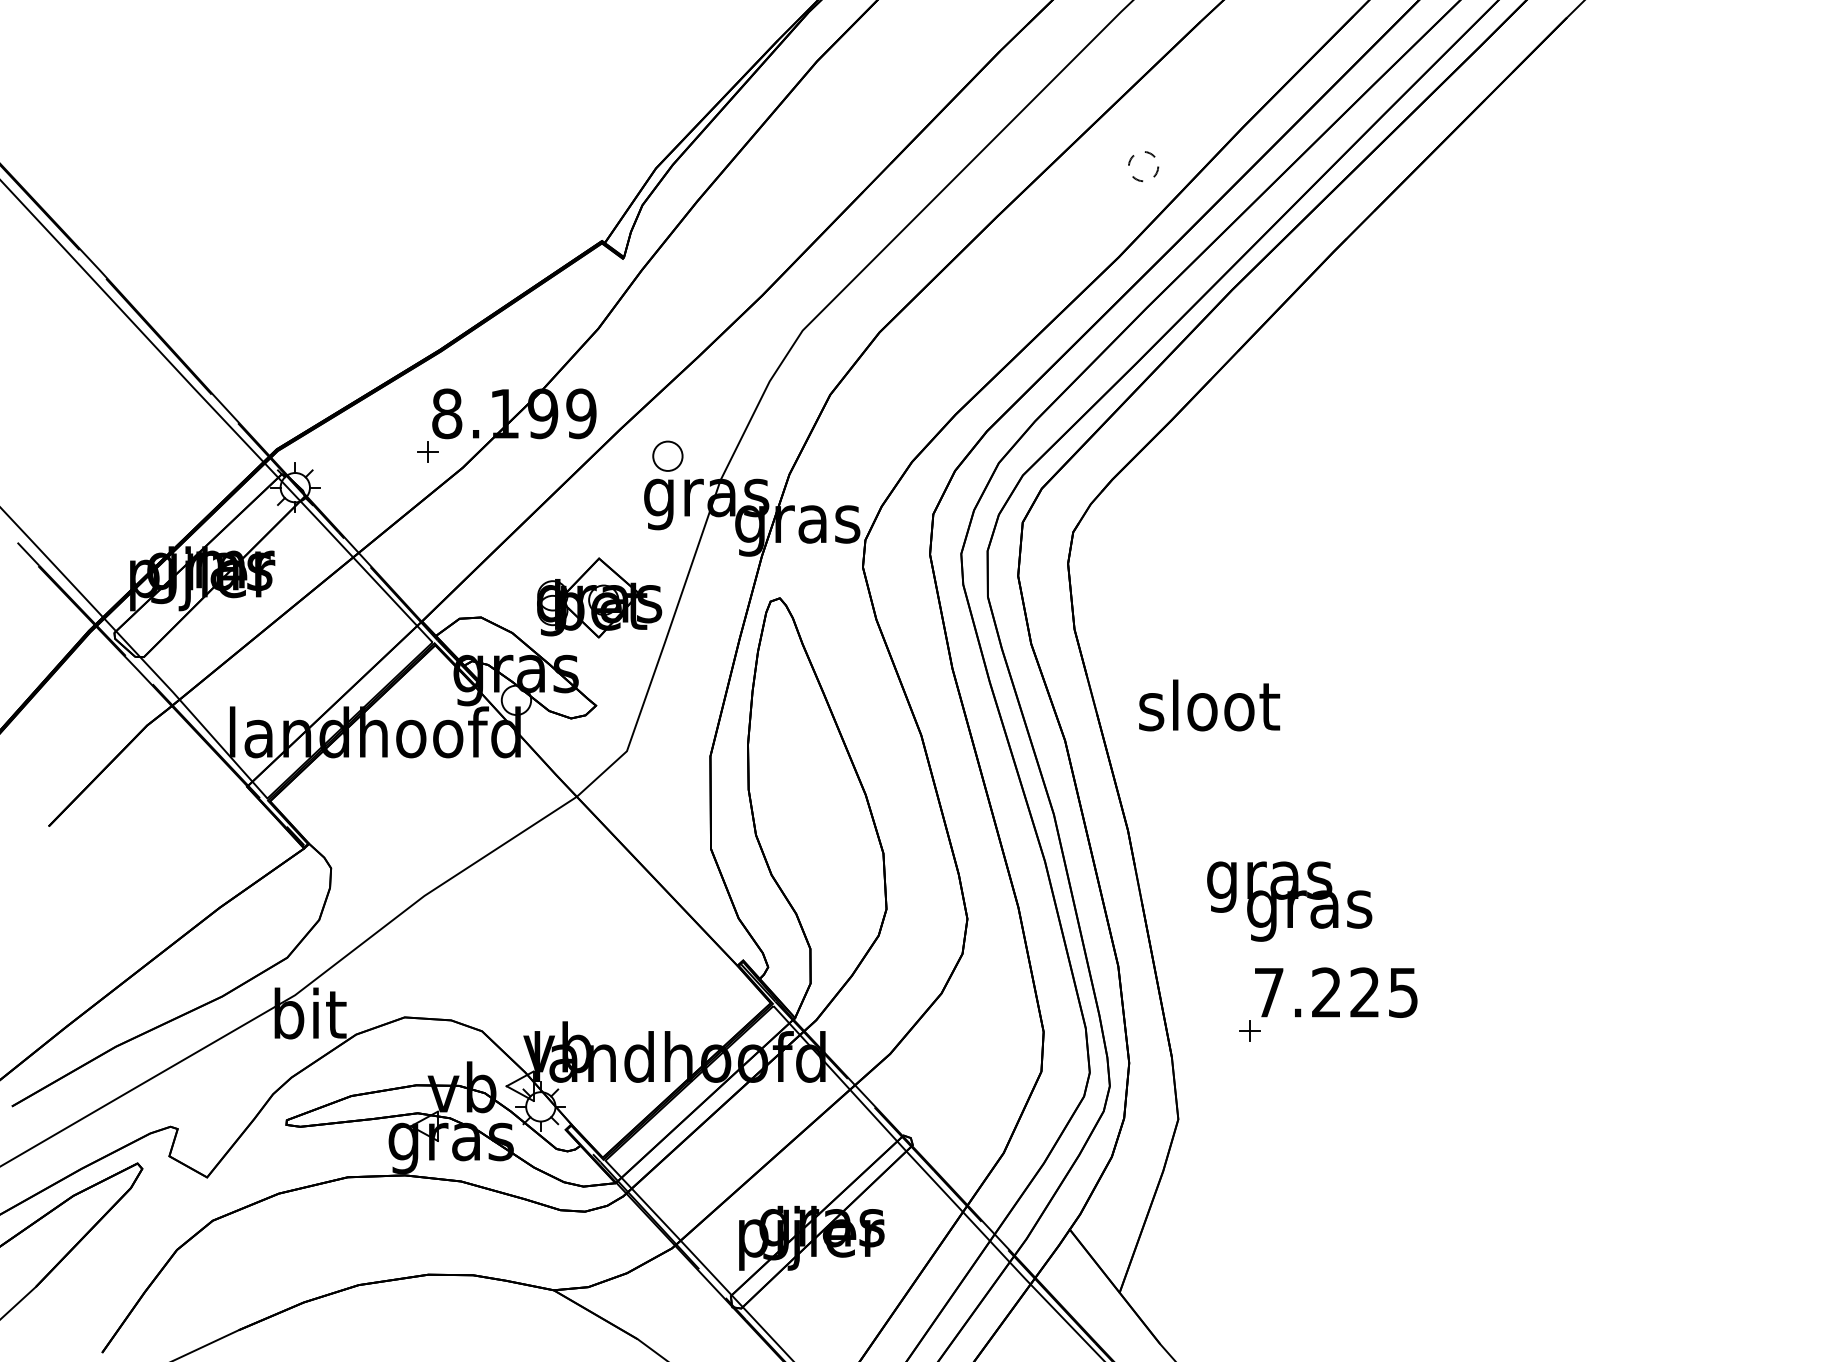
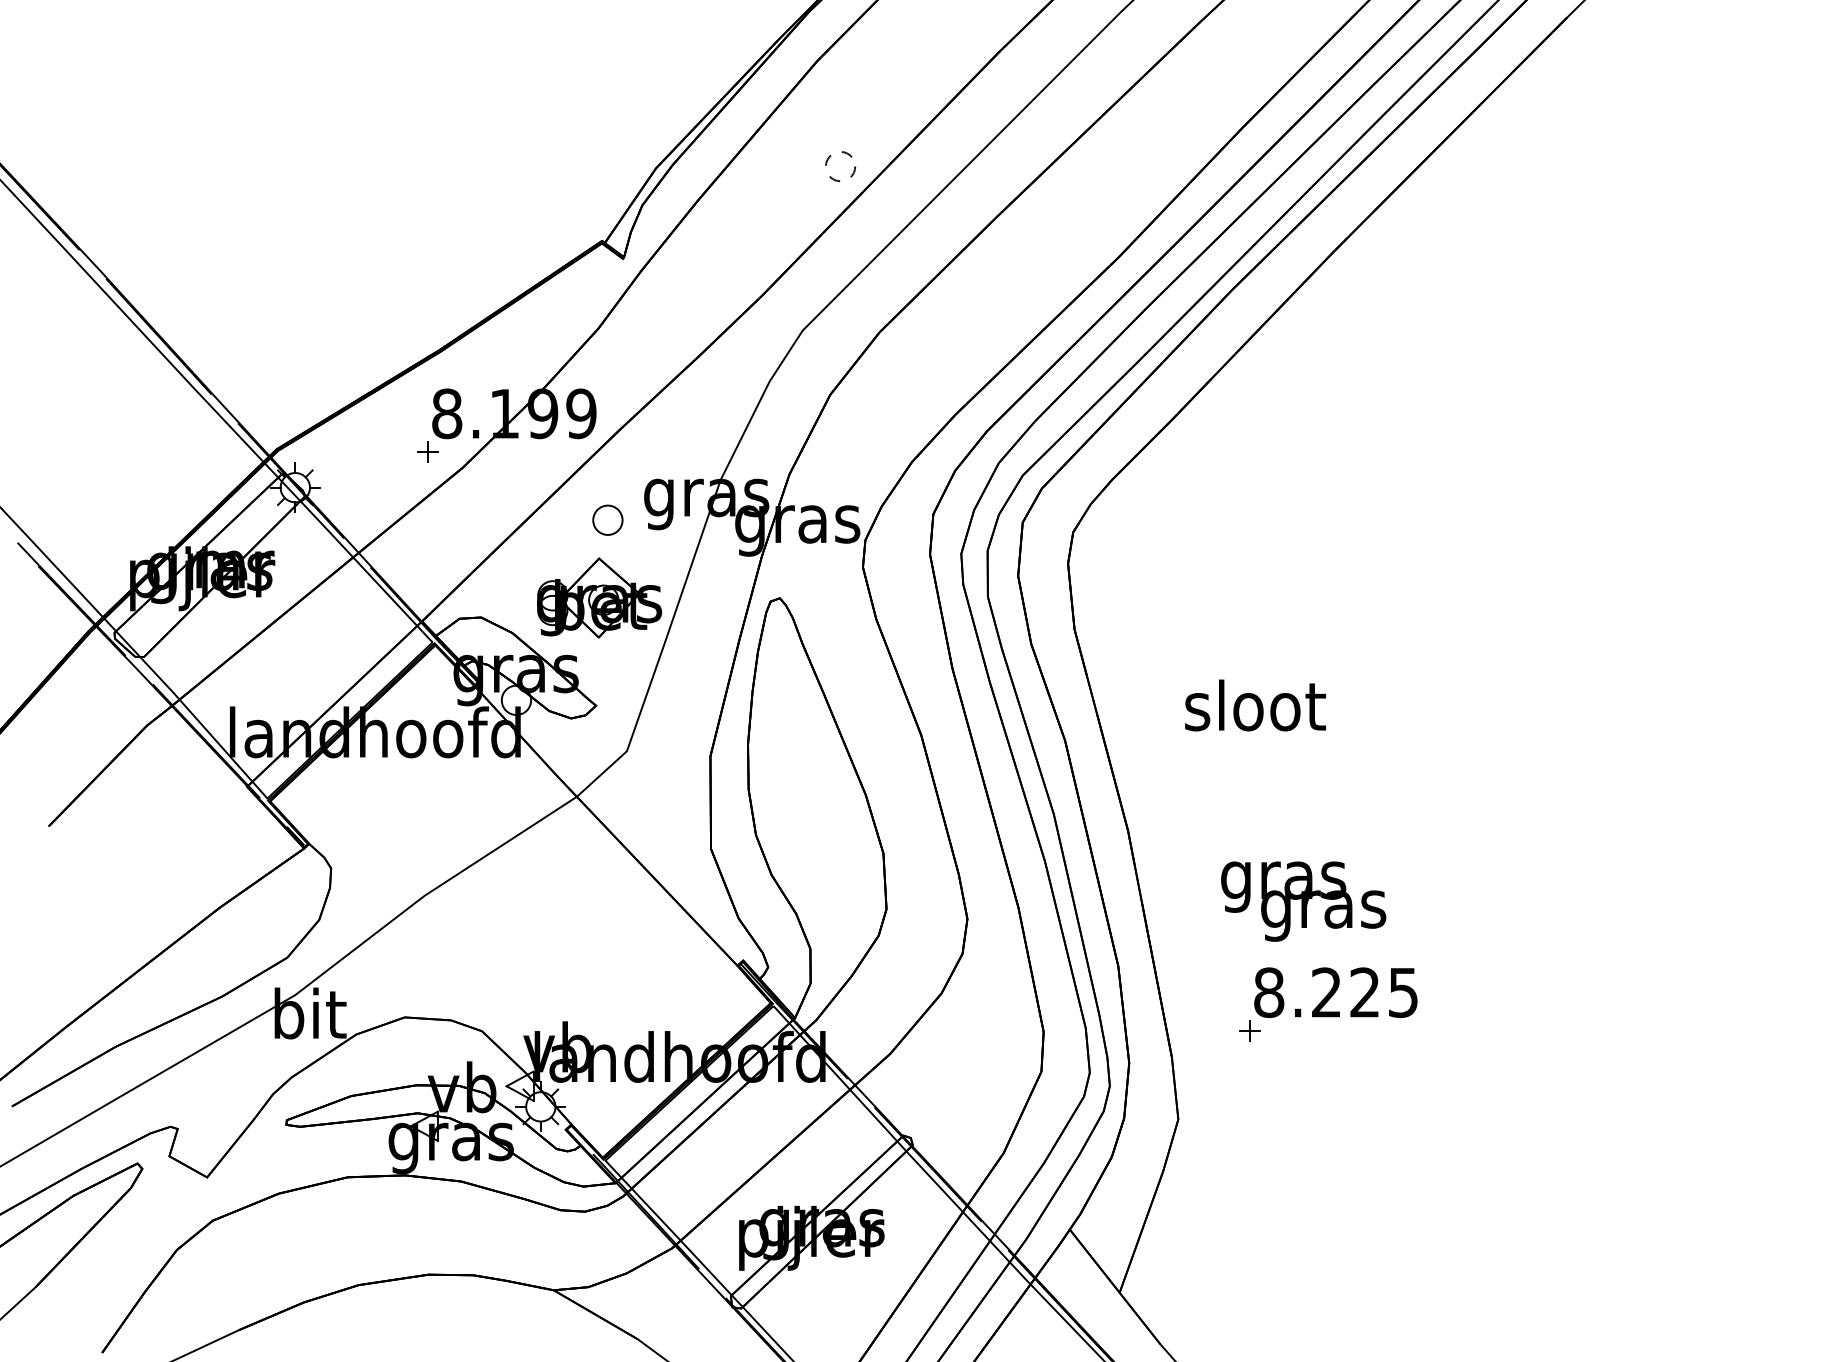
part at (1146, 153) position: (1146, 153) -> (843, 153)
part at (667, 455) position: (667, 455) -> (607, 519)
text at (1209, 705) position: (1209, 705) -> (1255, 705)
text at (1289, 901) position: (1289, 901) -> (1303, 901)
text at (1269, 992): 7.225 -> 8.225
